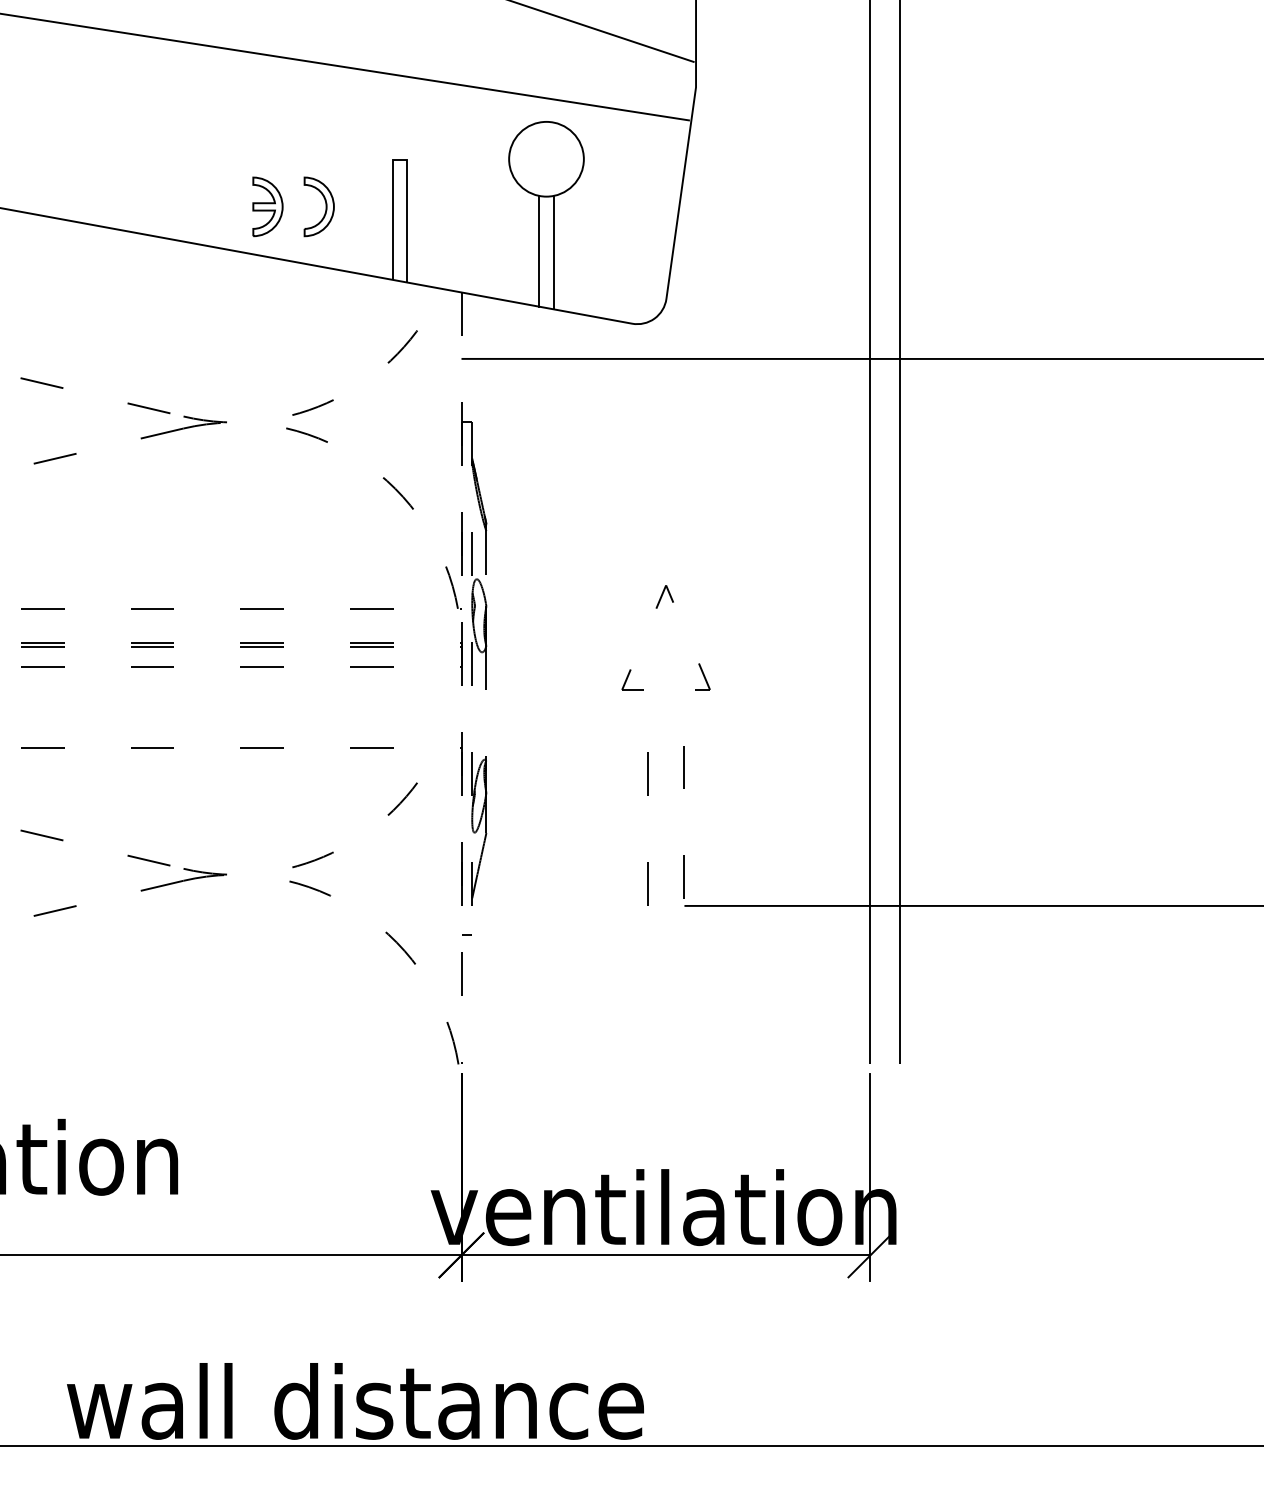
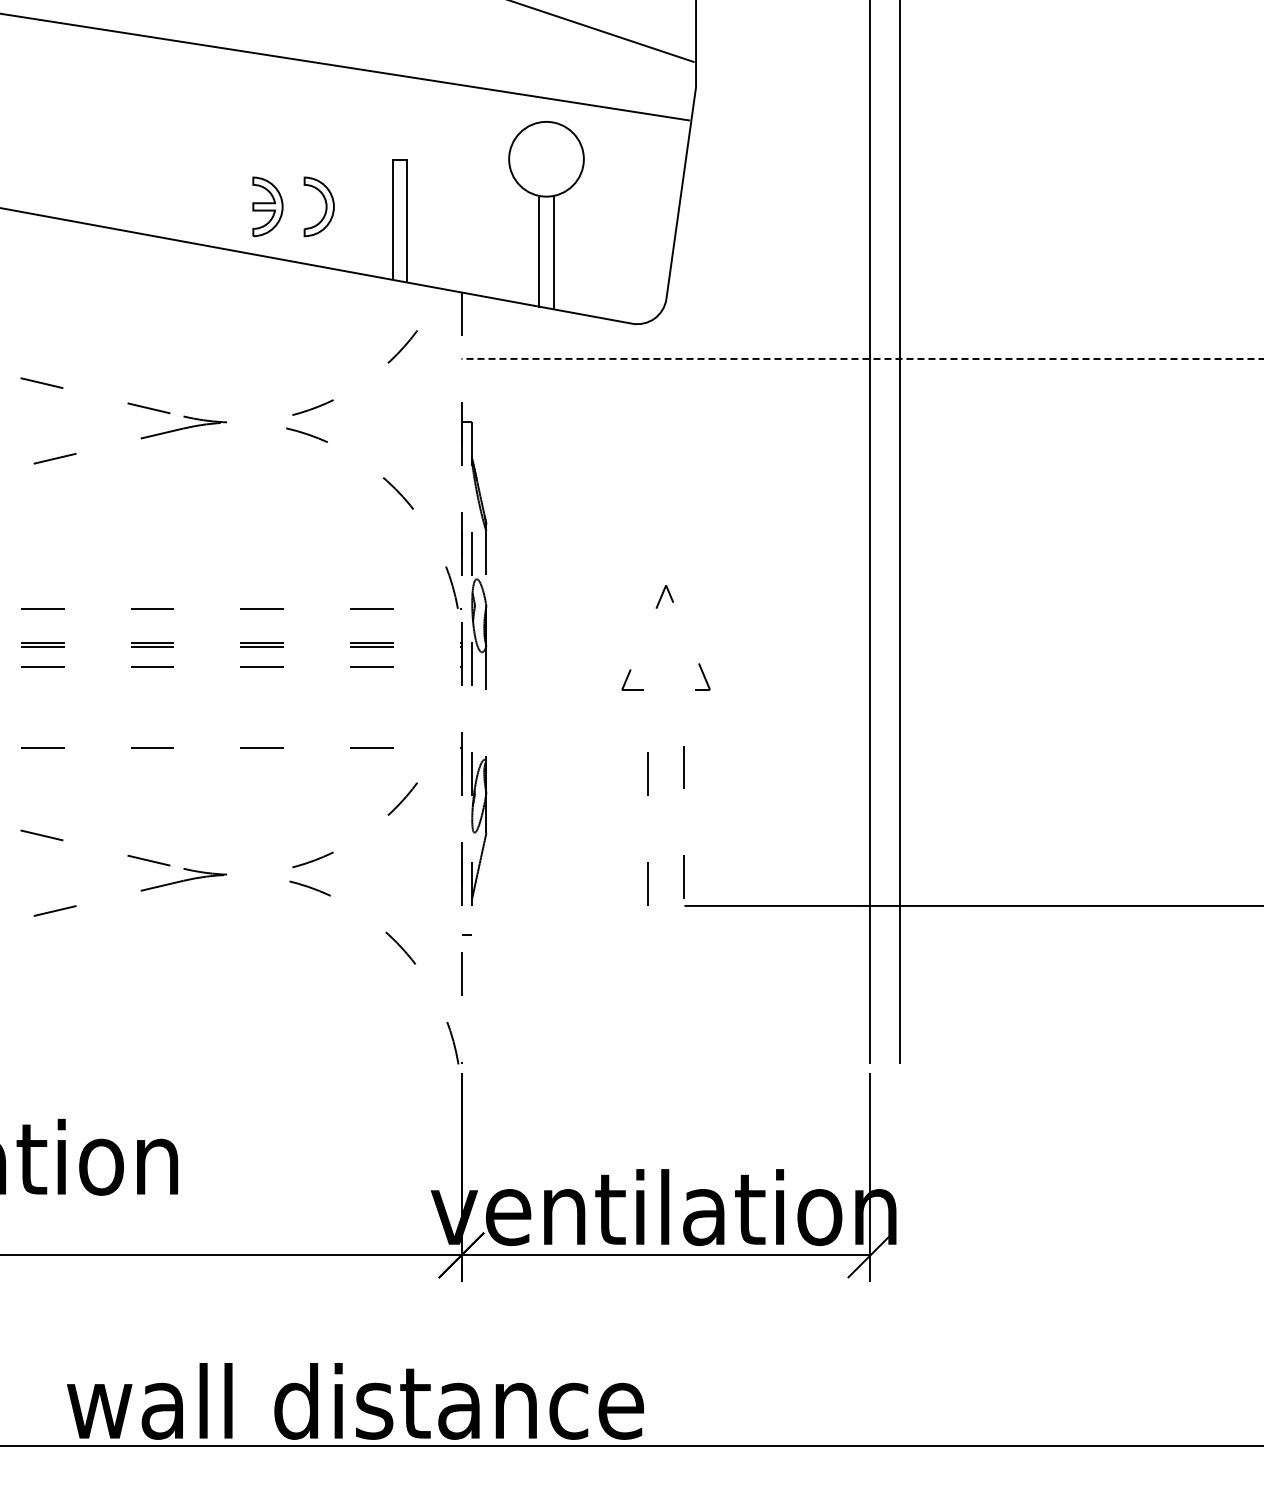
line at (862, 358): solid -> dashed
